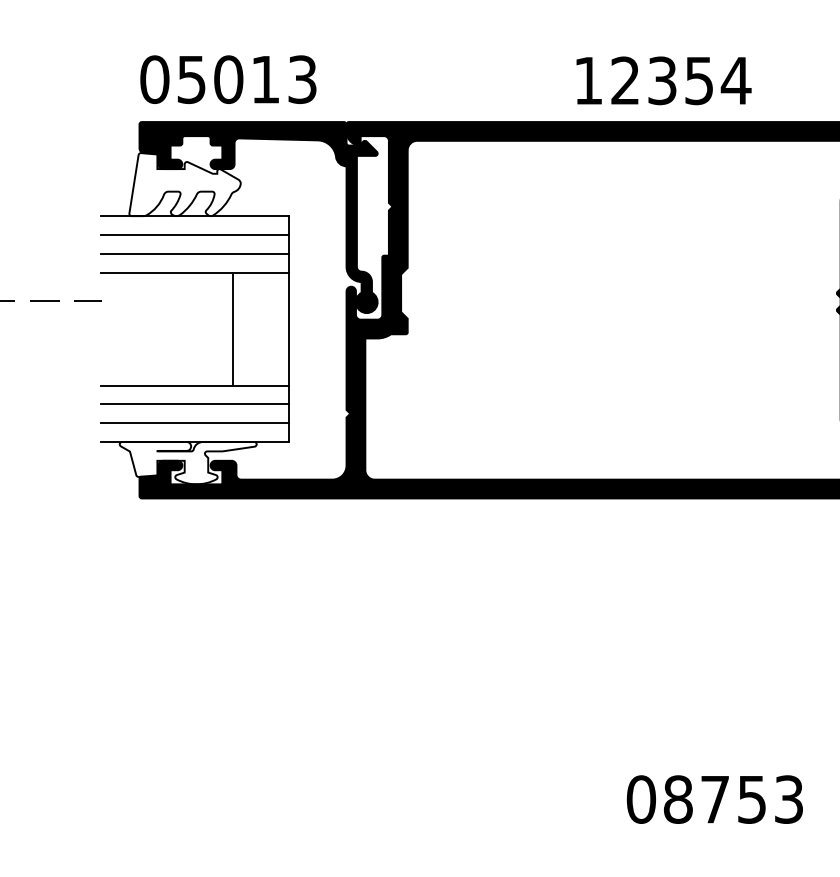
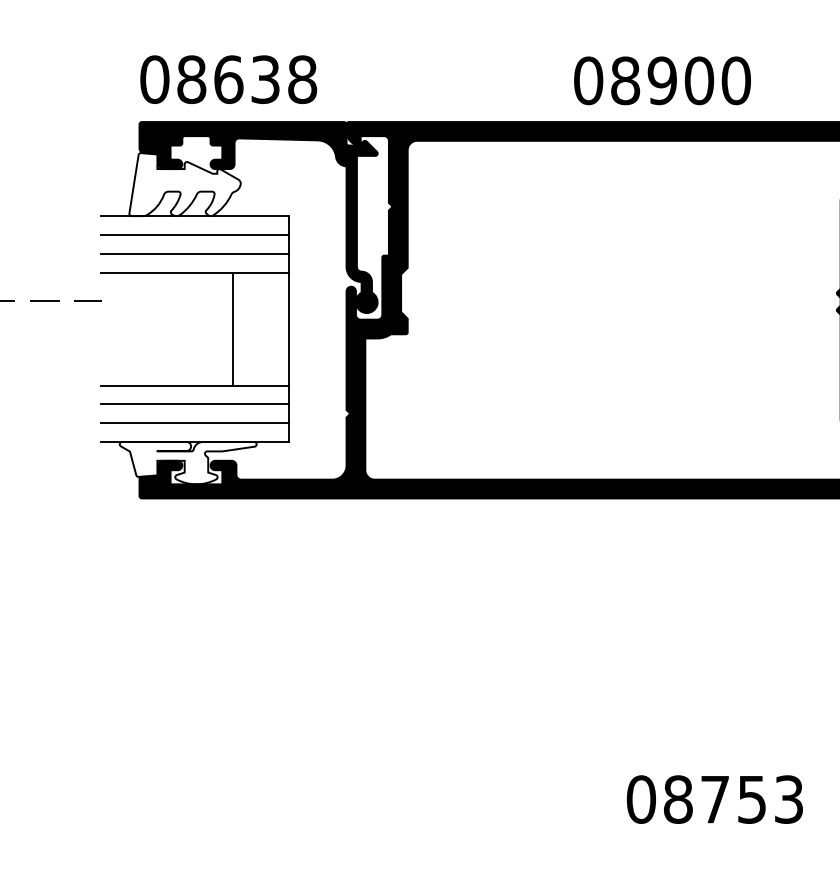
text at (247, 79): 05013 -> 08638
text at (662, 80): 12354 -> 08900
